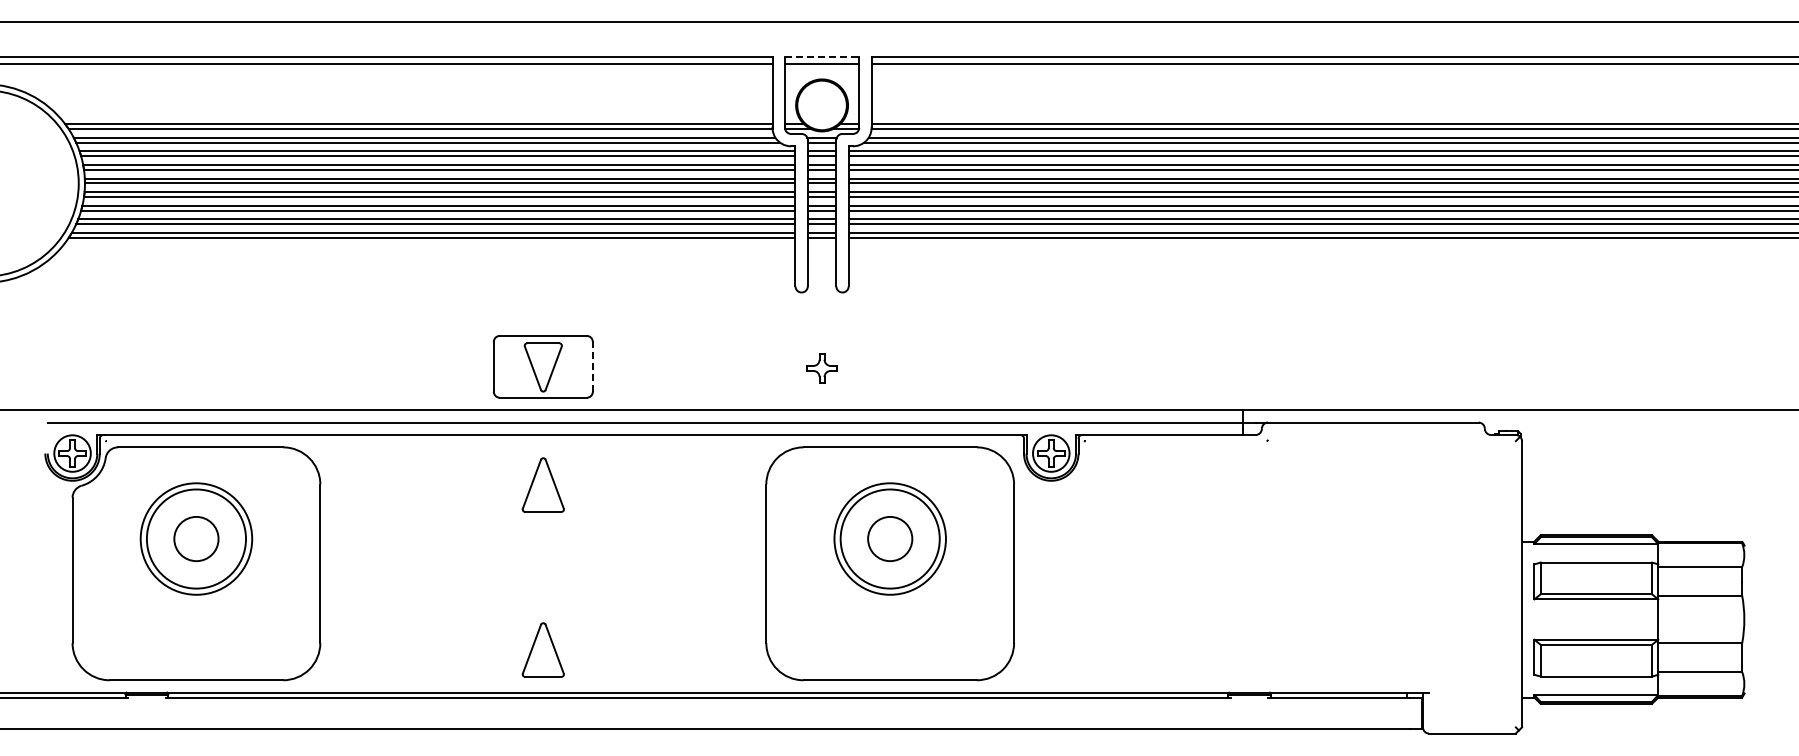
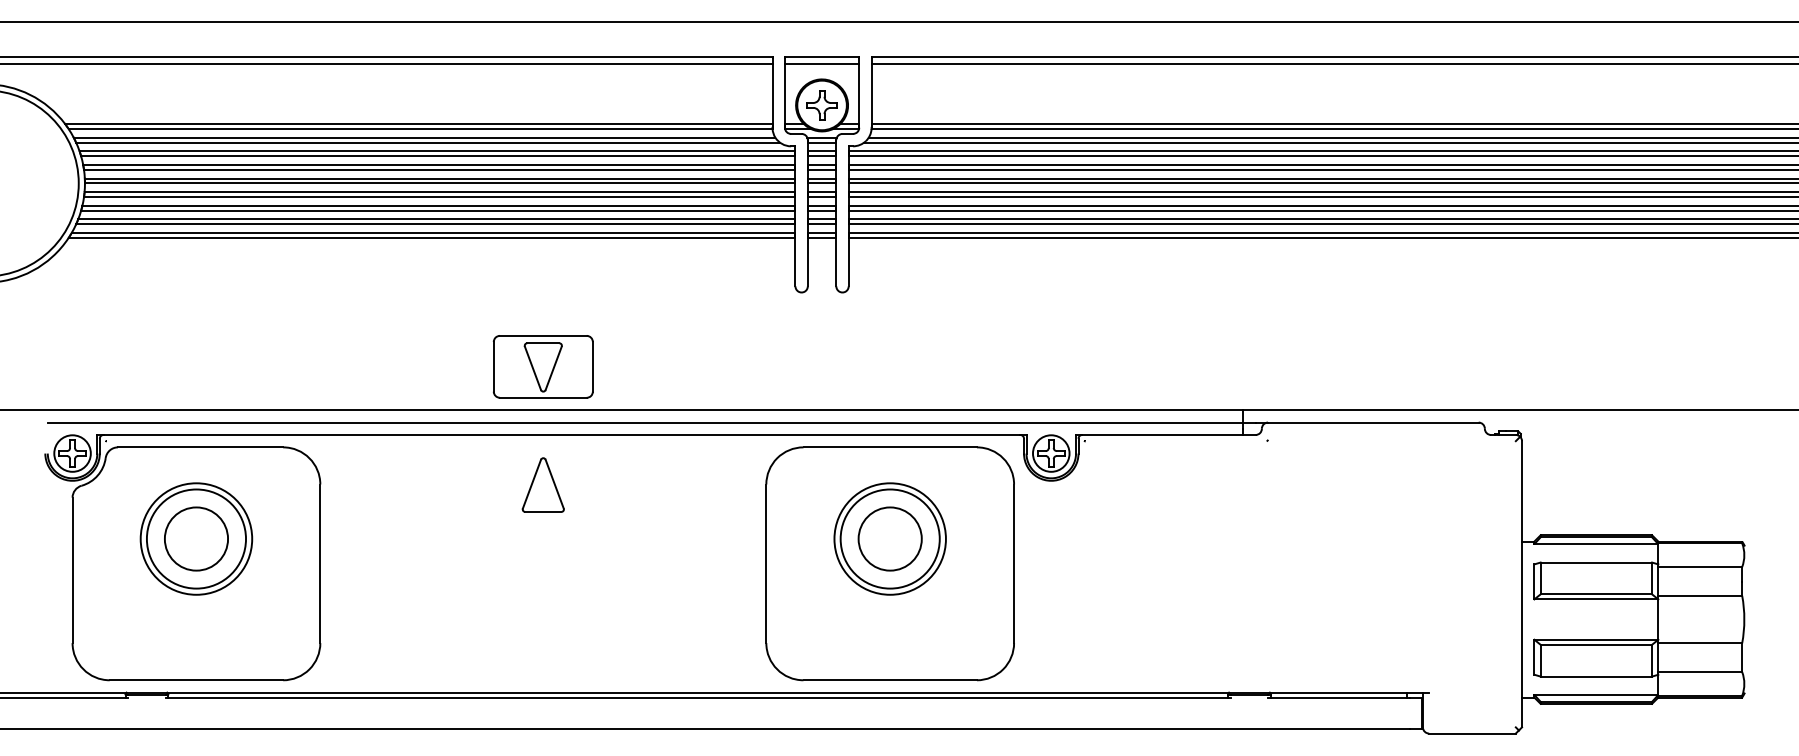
line at (822, 57): dashed -> solid
line at (592, 366): dashed -> solid
part at (821, 368) position: (821, 368) -> (821, 105)
circle at (196, 538) diameter: 44 px -> 63 px
circle at (890, 538) diameter: 44 px -> 63 px
part at (542, 649): present -> none
